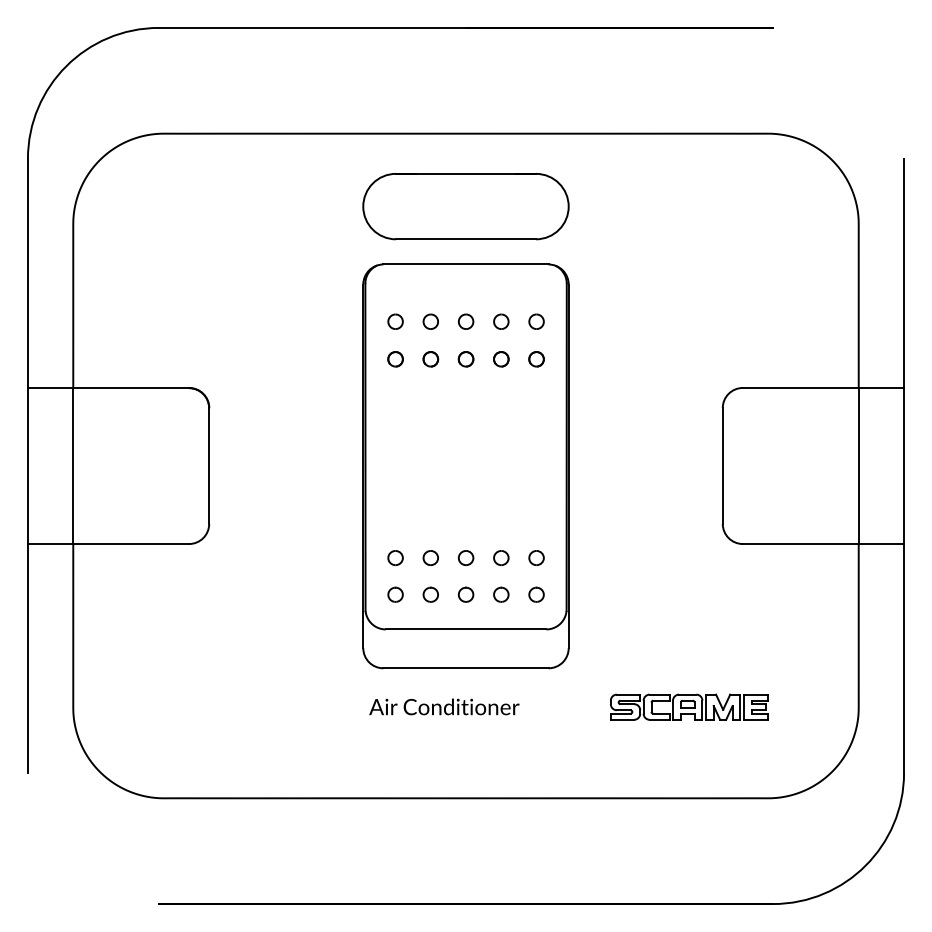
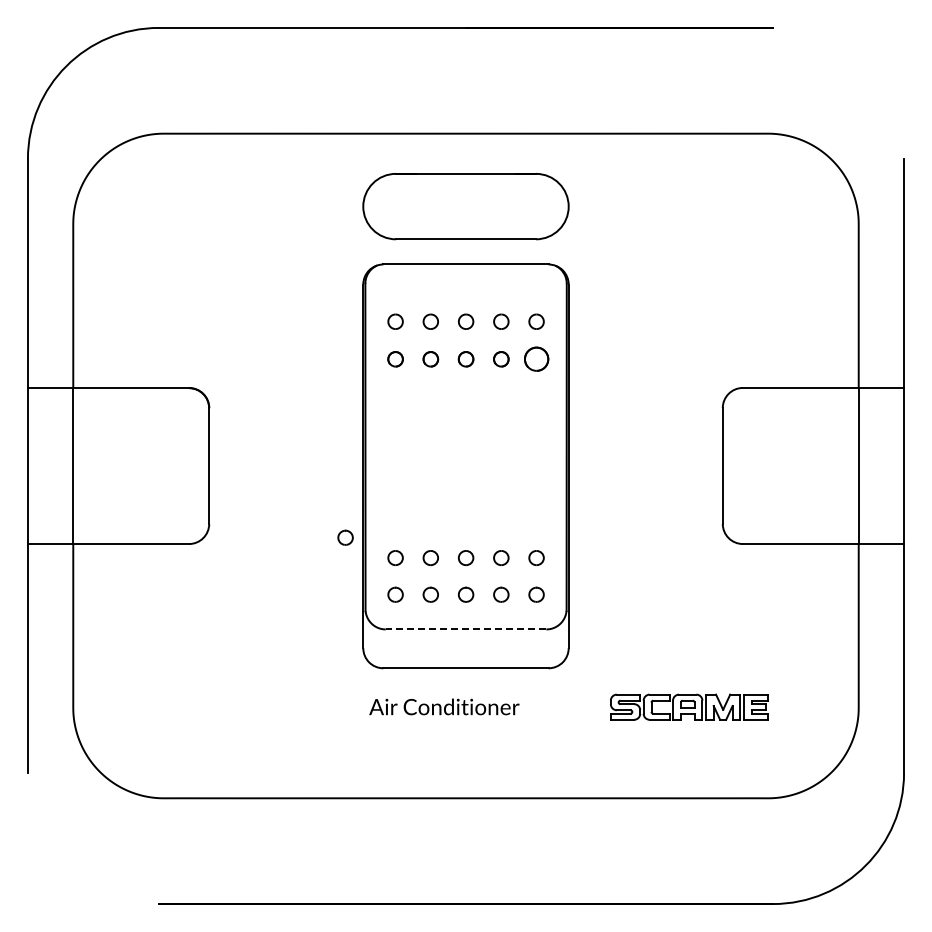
part at (536, 359) size: 17x17 px -> 26x26 px
part at (345, 537): none -> present
line at (465, 629): solid -> dashed
